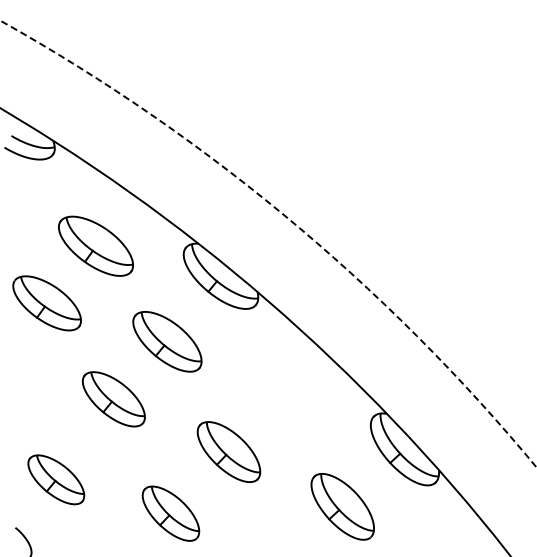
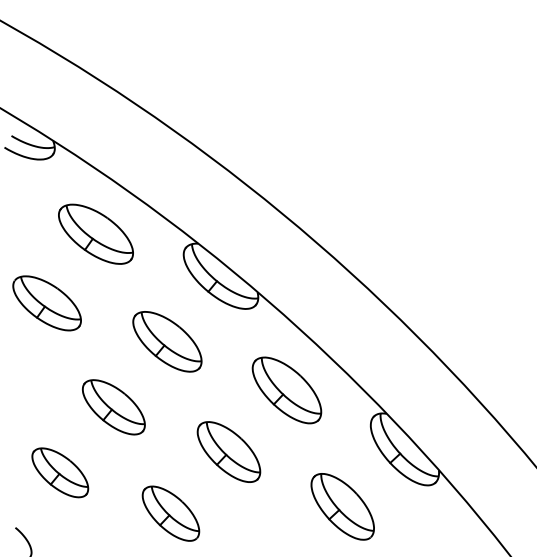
circle at (268, 243): dashed -> solid
part at (95, 245) position: (95, 245) -> (95, 233)
part at (286, 390): none -> present
part at (113, 399) position: (113, 399) -> (113, 407)
part at (56, 479) position: (56, 479) -> (60, 472)
